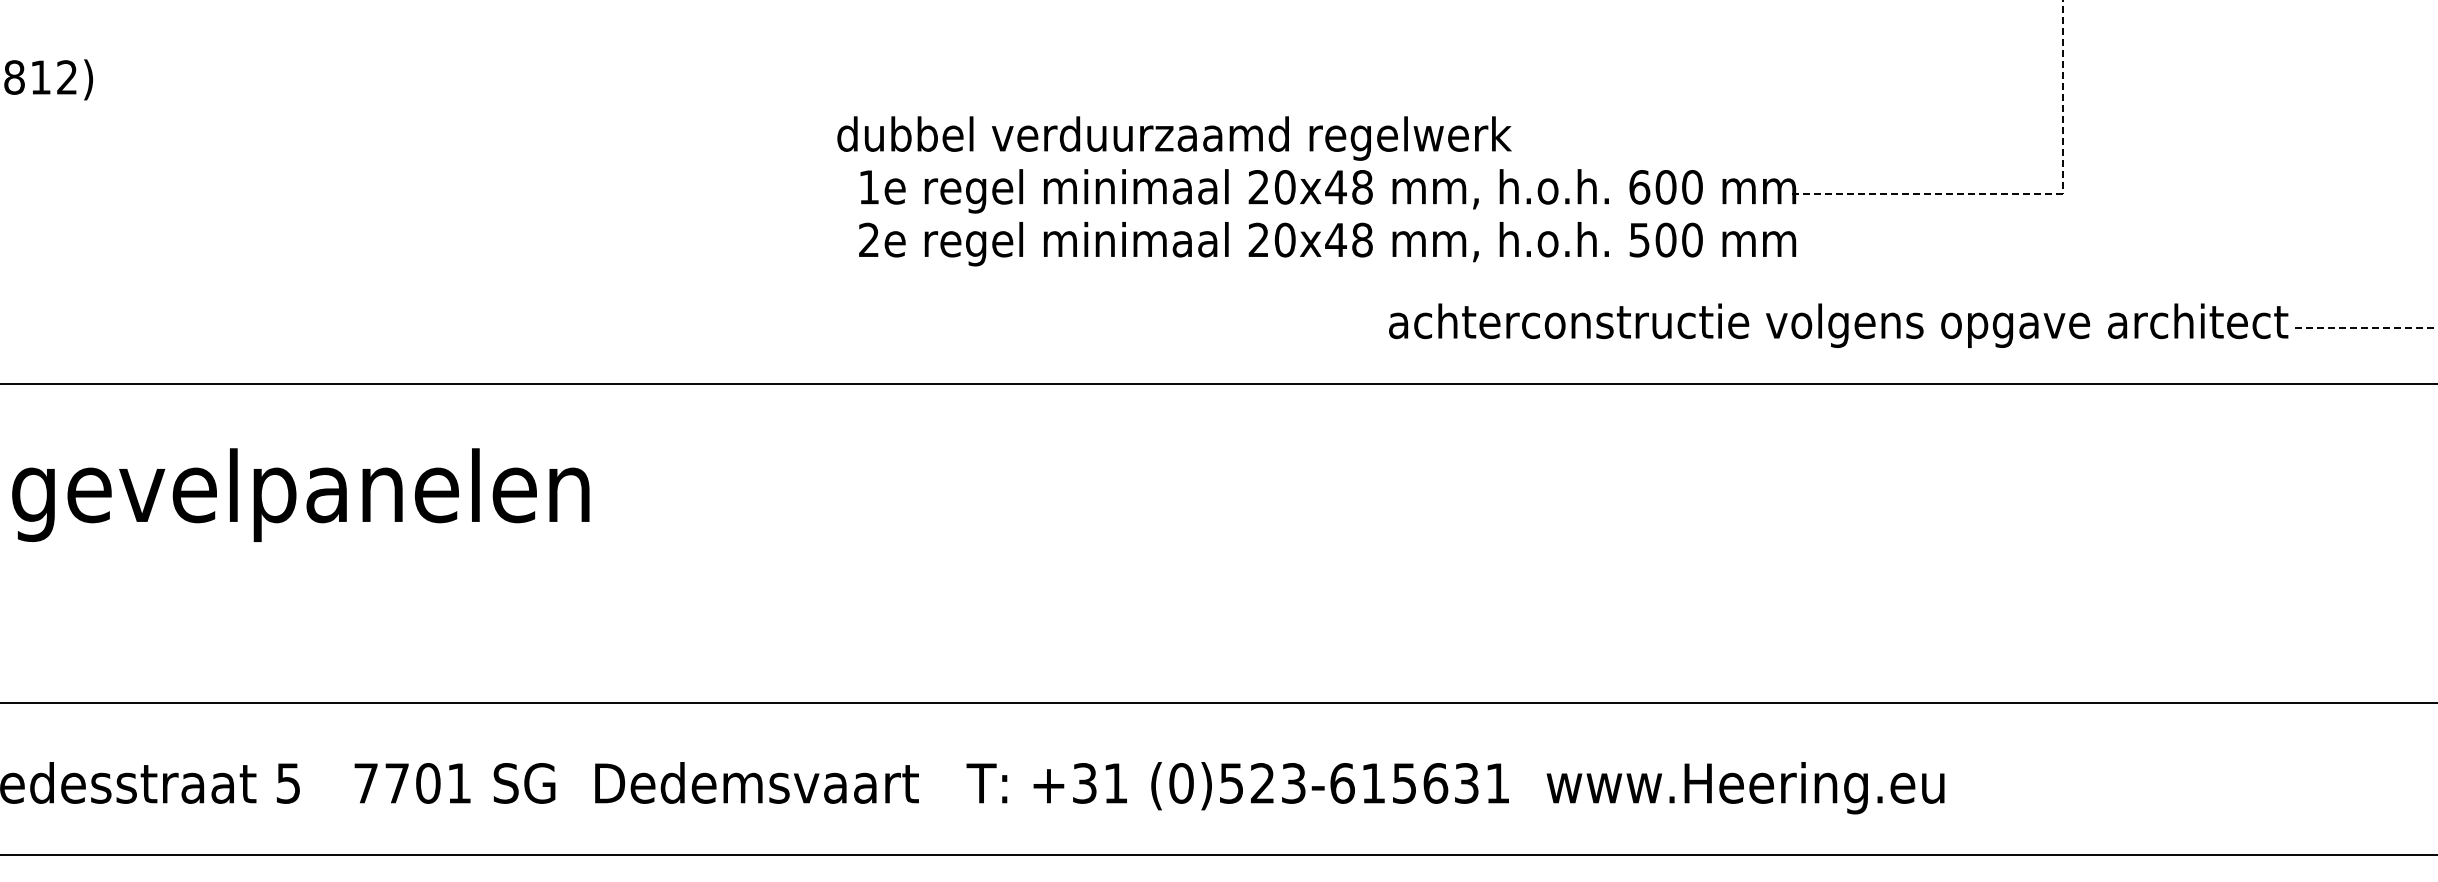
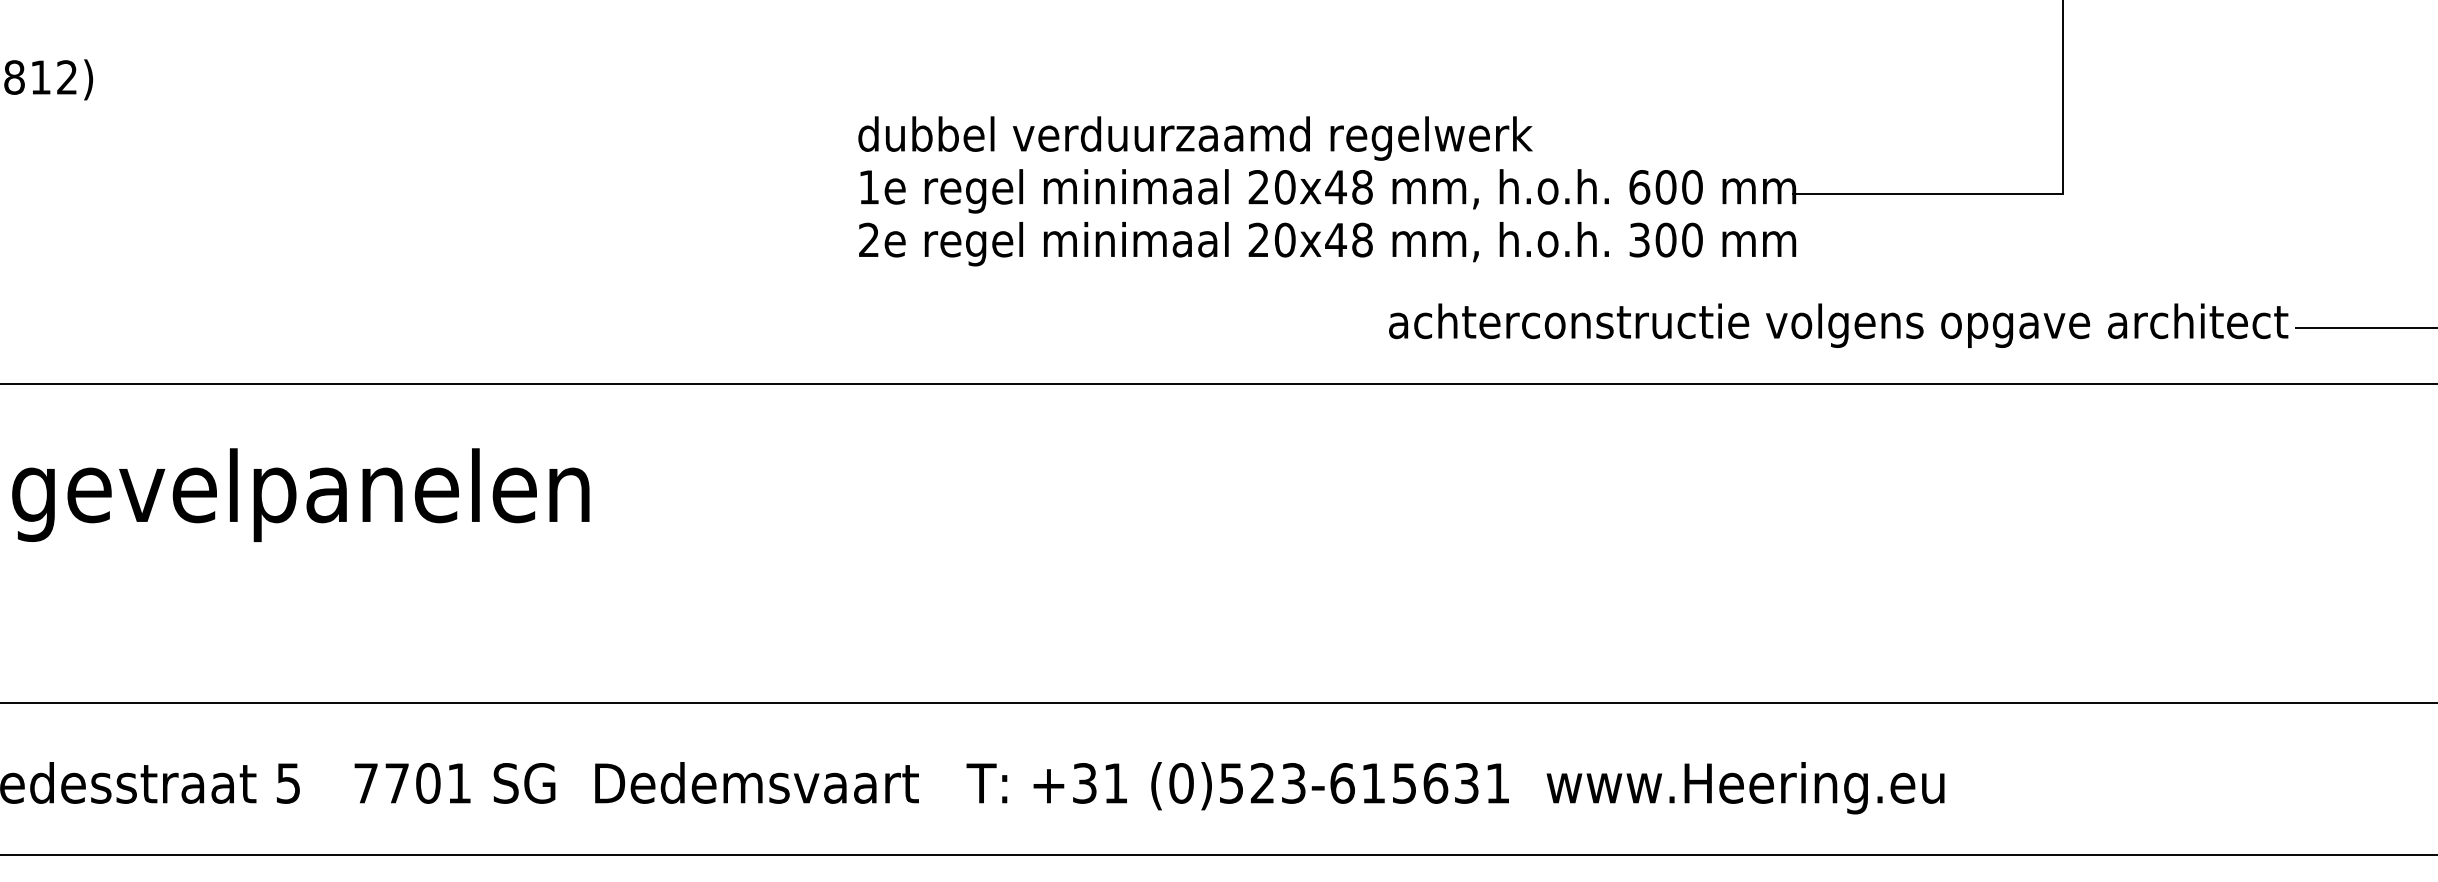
text at (1174, 138) position: (1174, 138) -> (1195, 138)
line at (2024, 193): dashed -> solid
text at (1639, 239): 500 -> 300
line at (2366, 327): dashed -> solid
